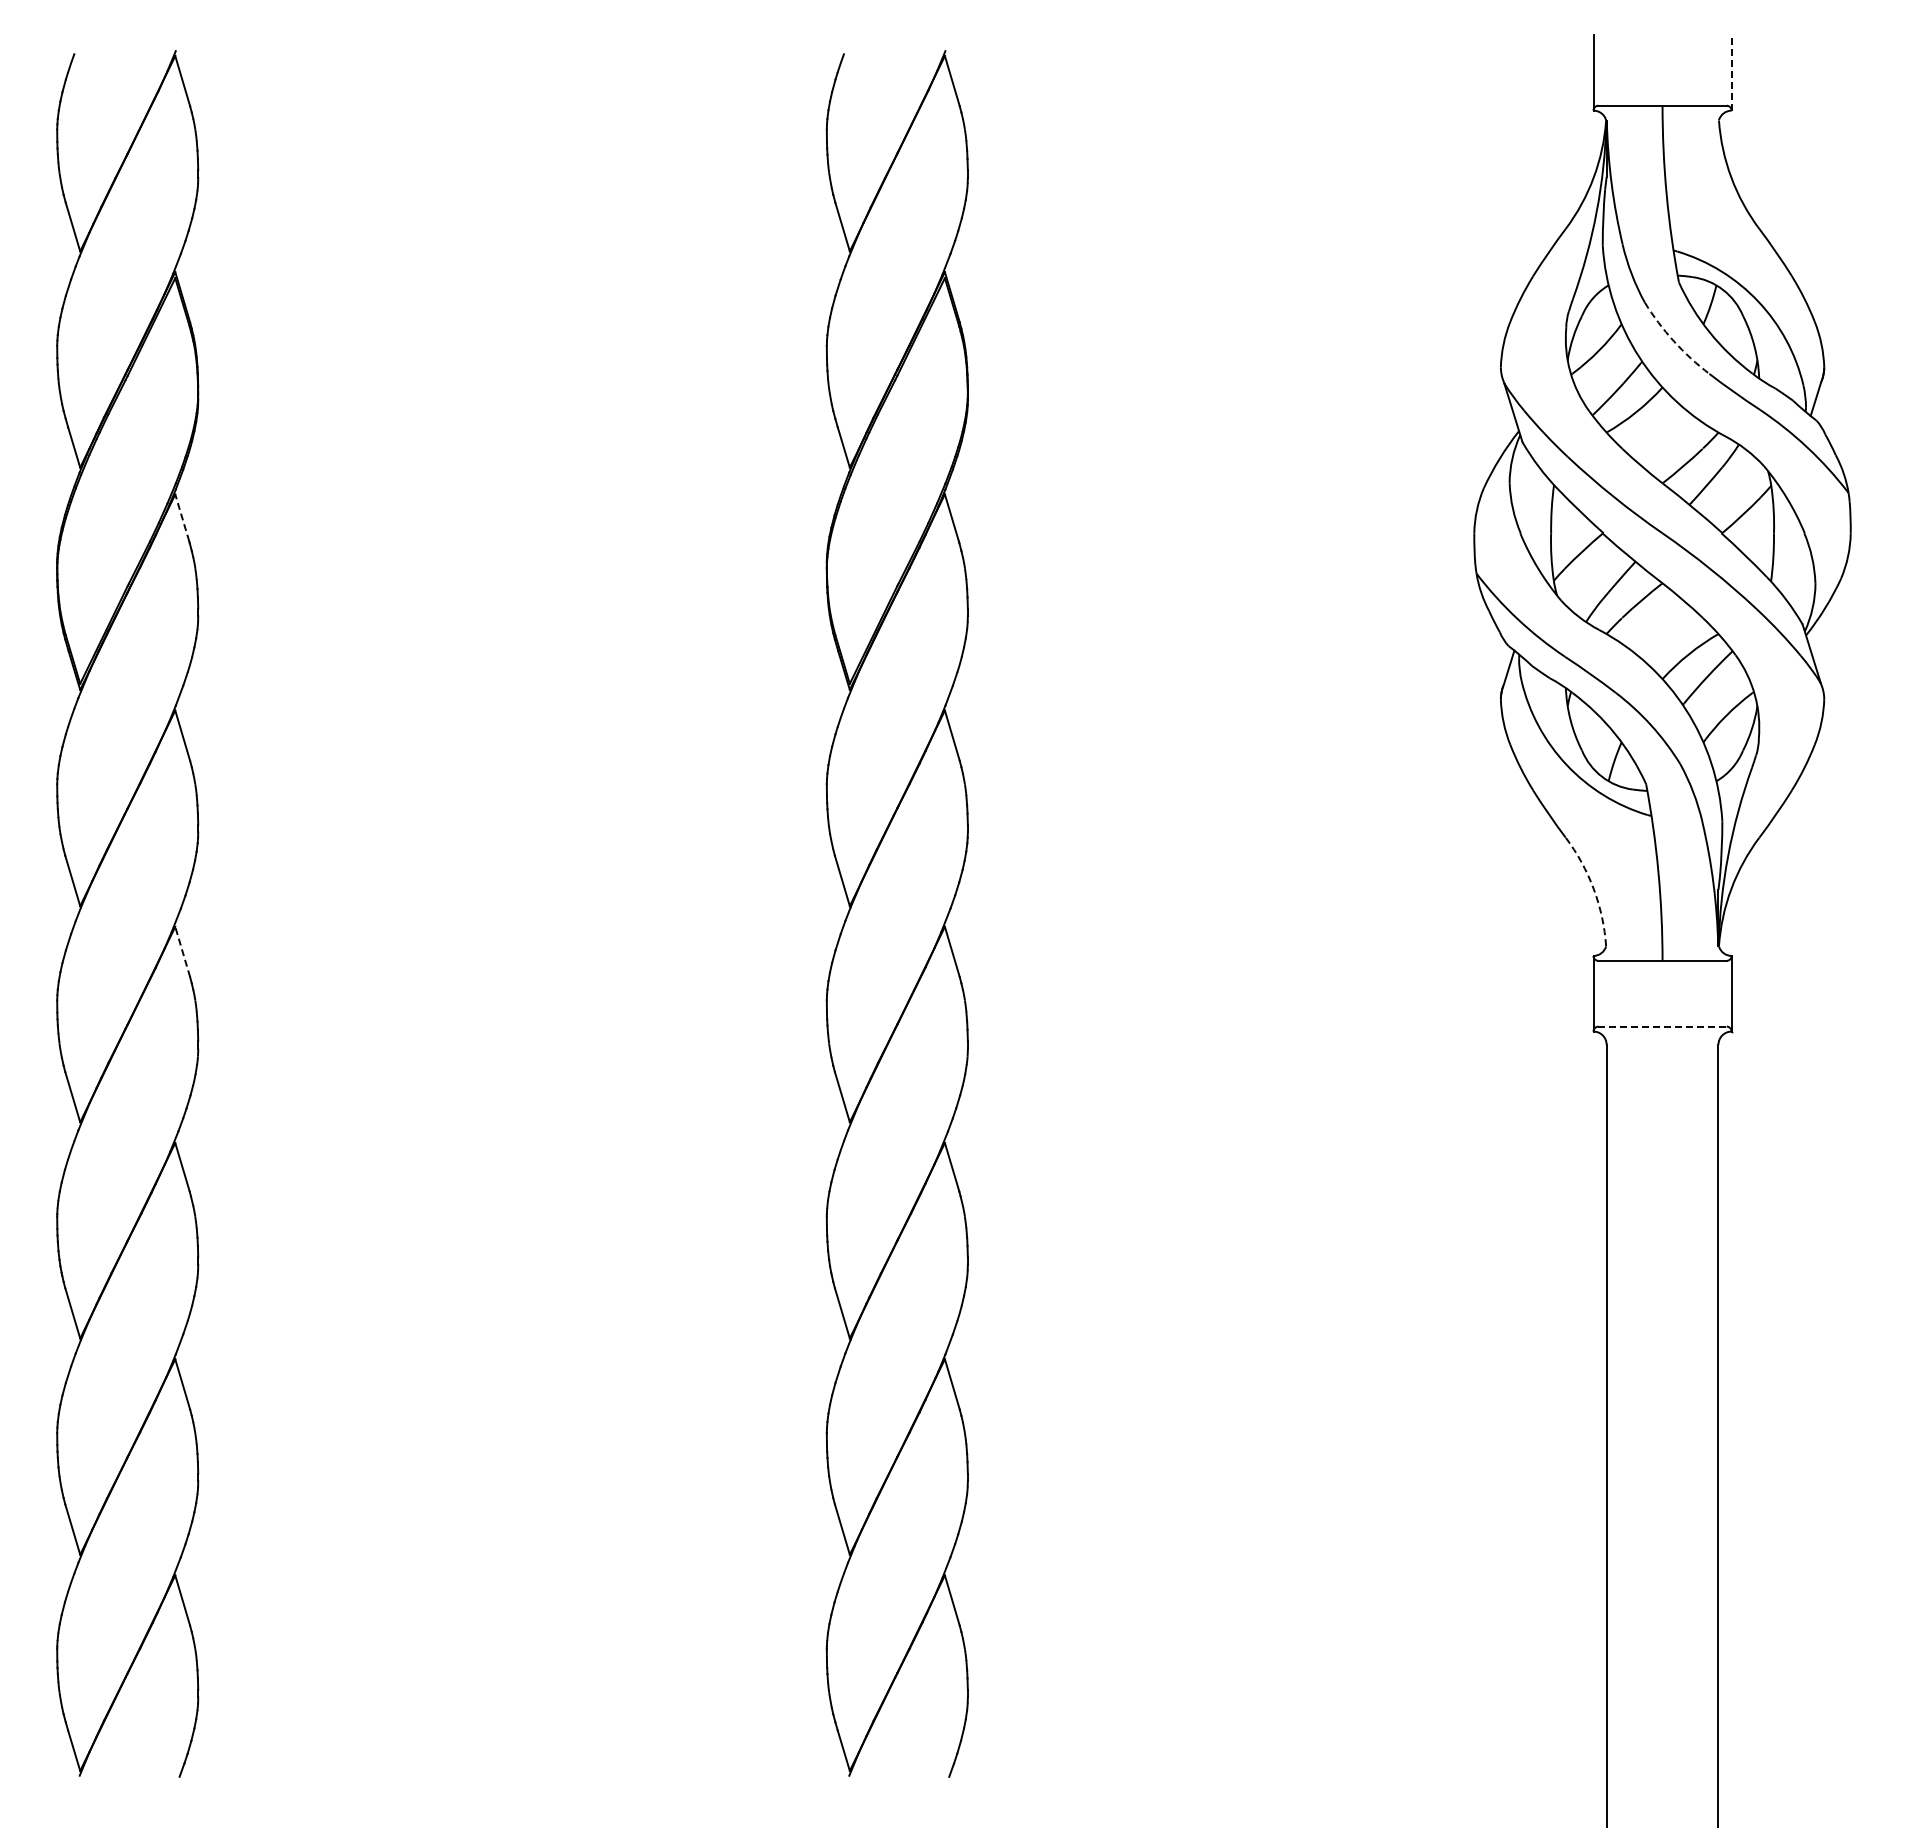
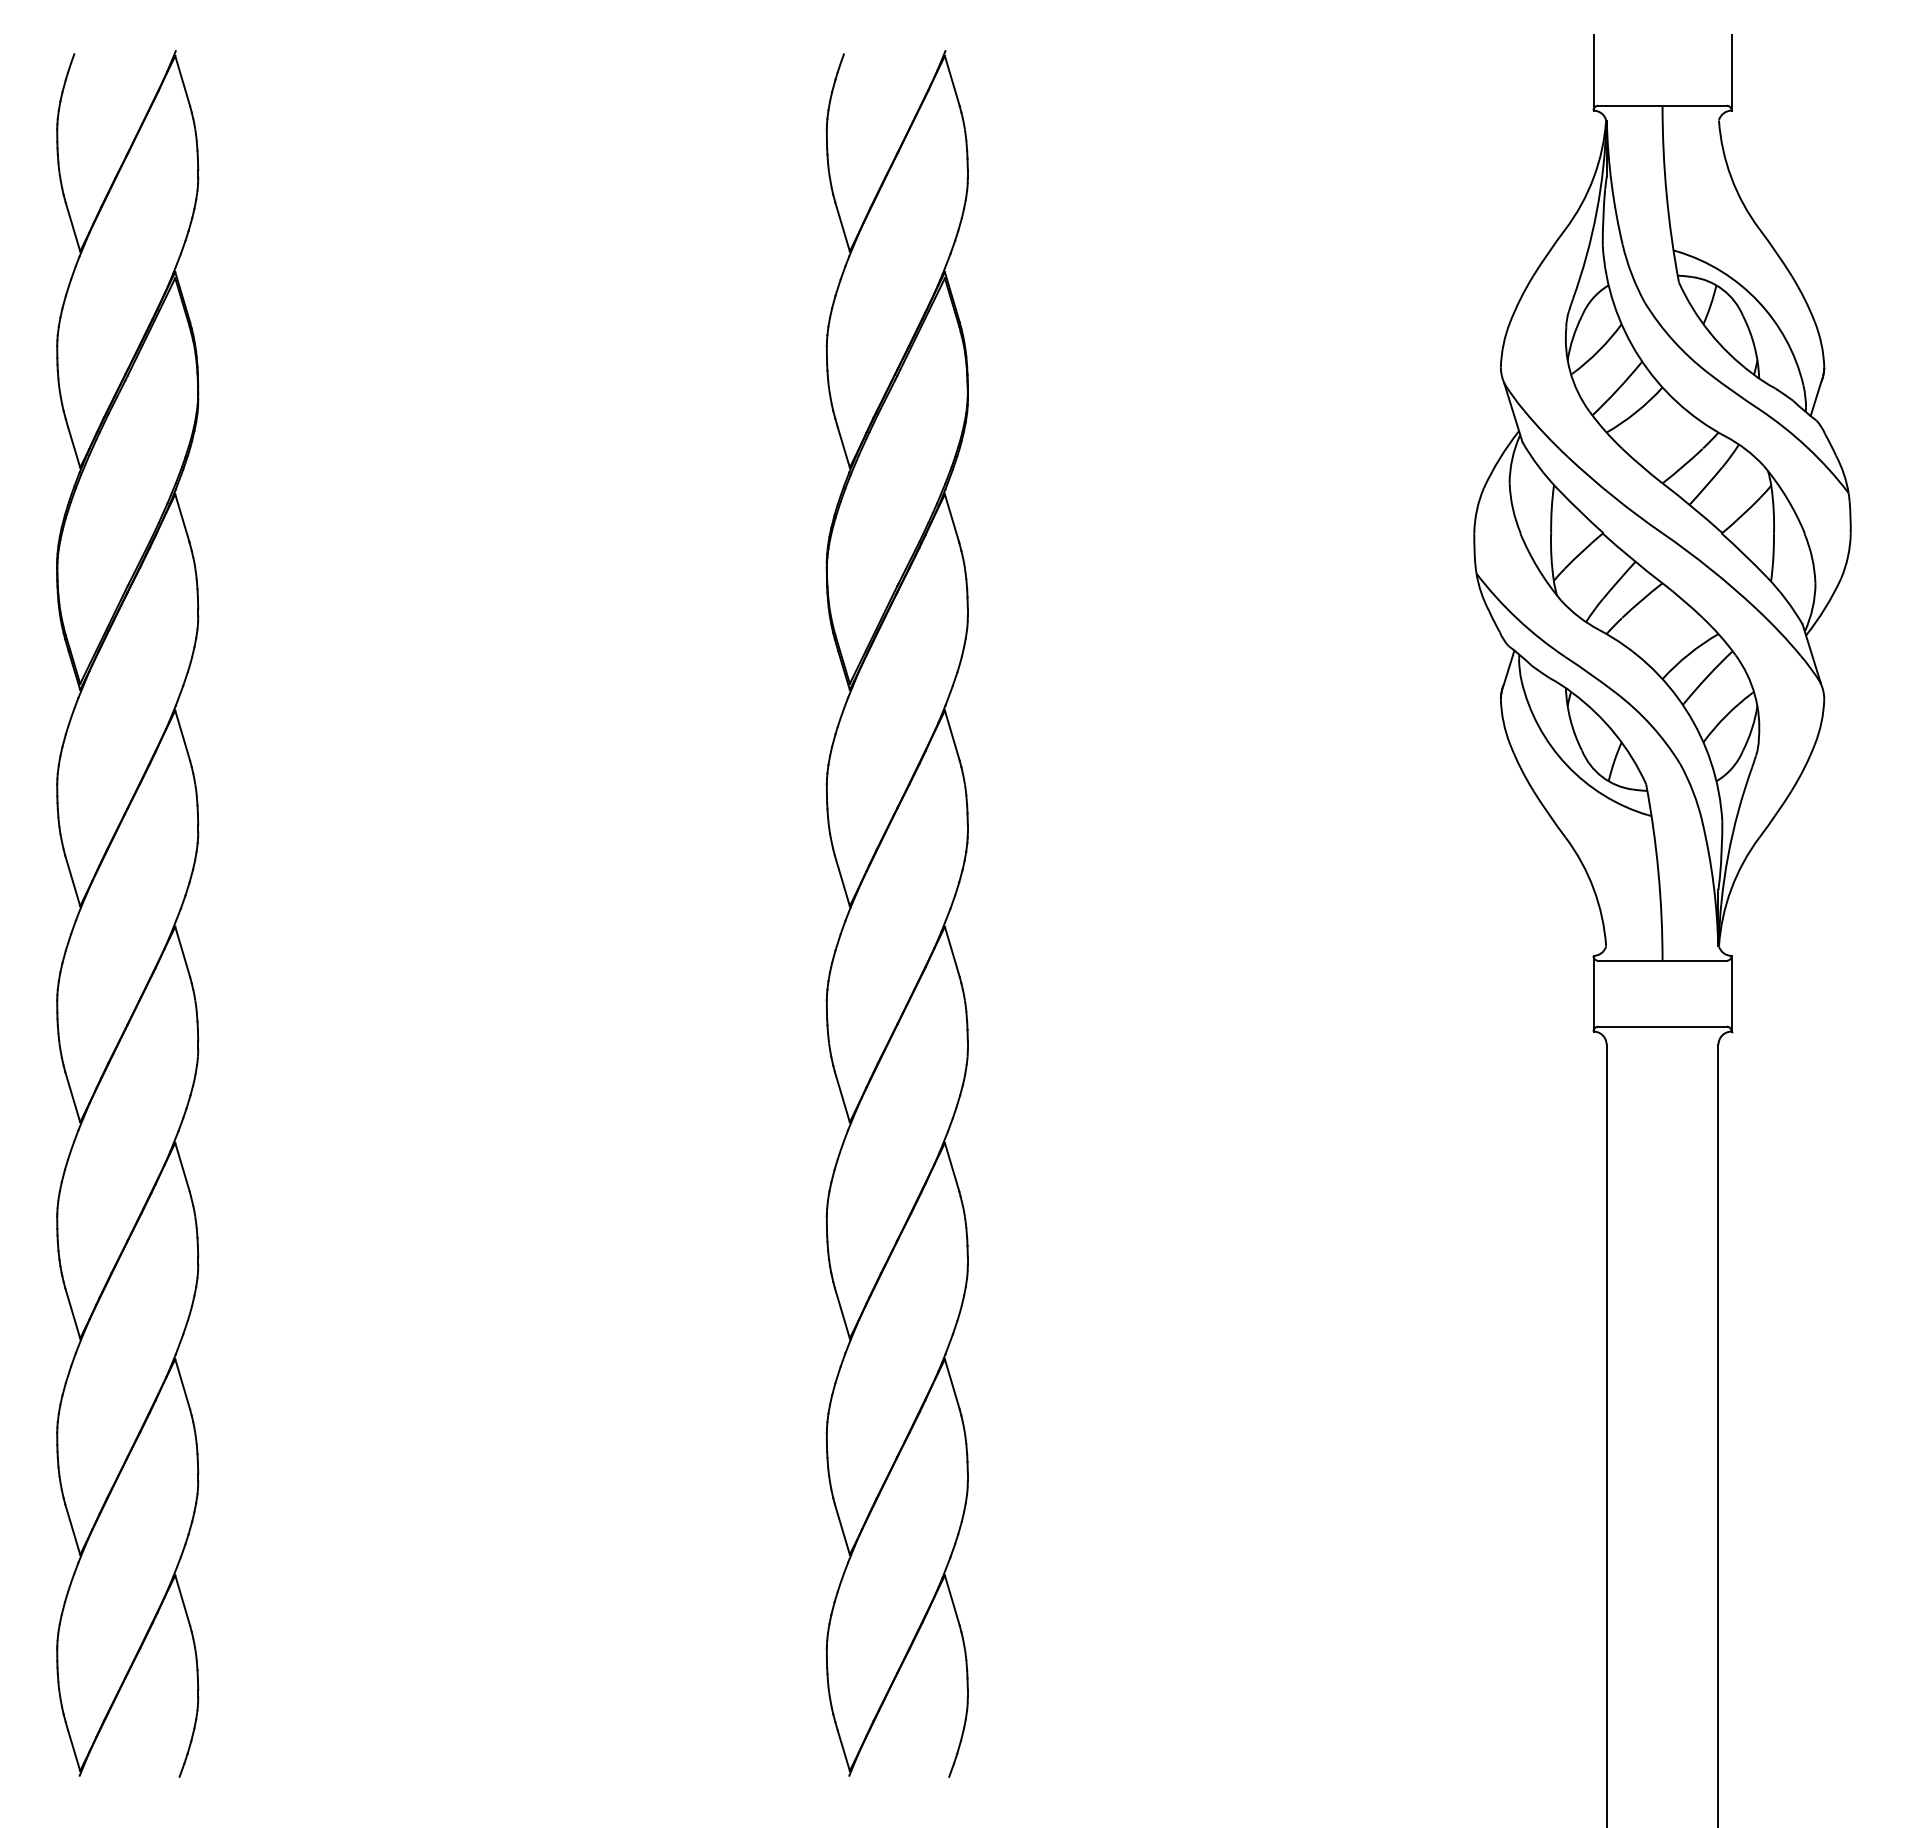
line at (1731, 72): dashed -> solid
arc at (1673, 341): dashed -> solid
line at (182, 517): dashed -> solid
arc at (1593, 888): dashed -> solid
line at (182, 951): dashed -> solid
line at (1663, 1026): dashed -> solid
